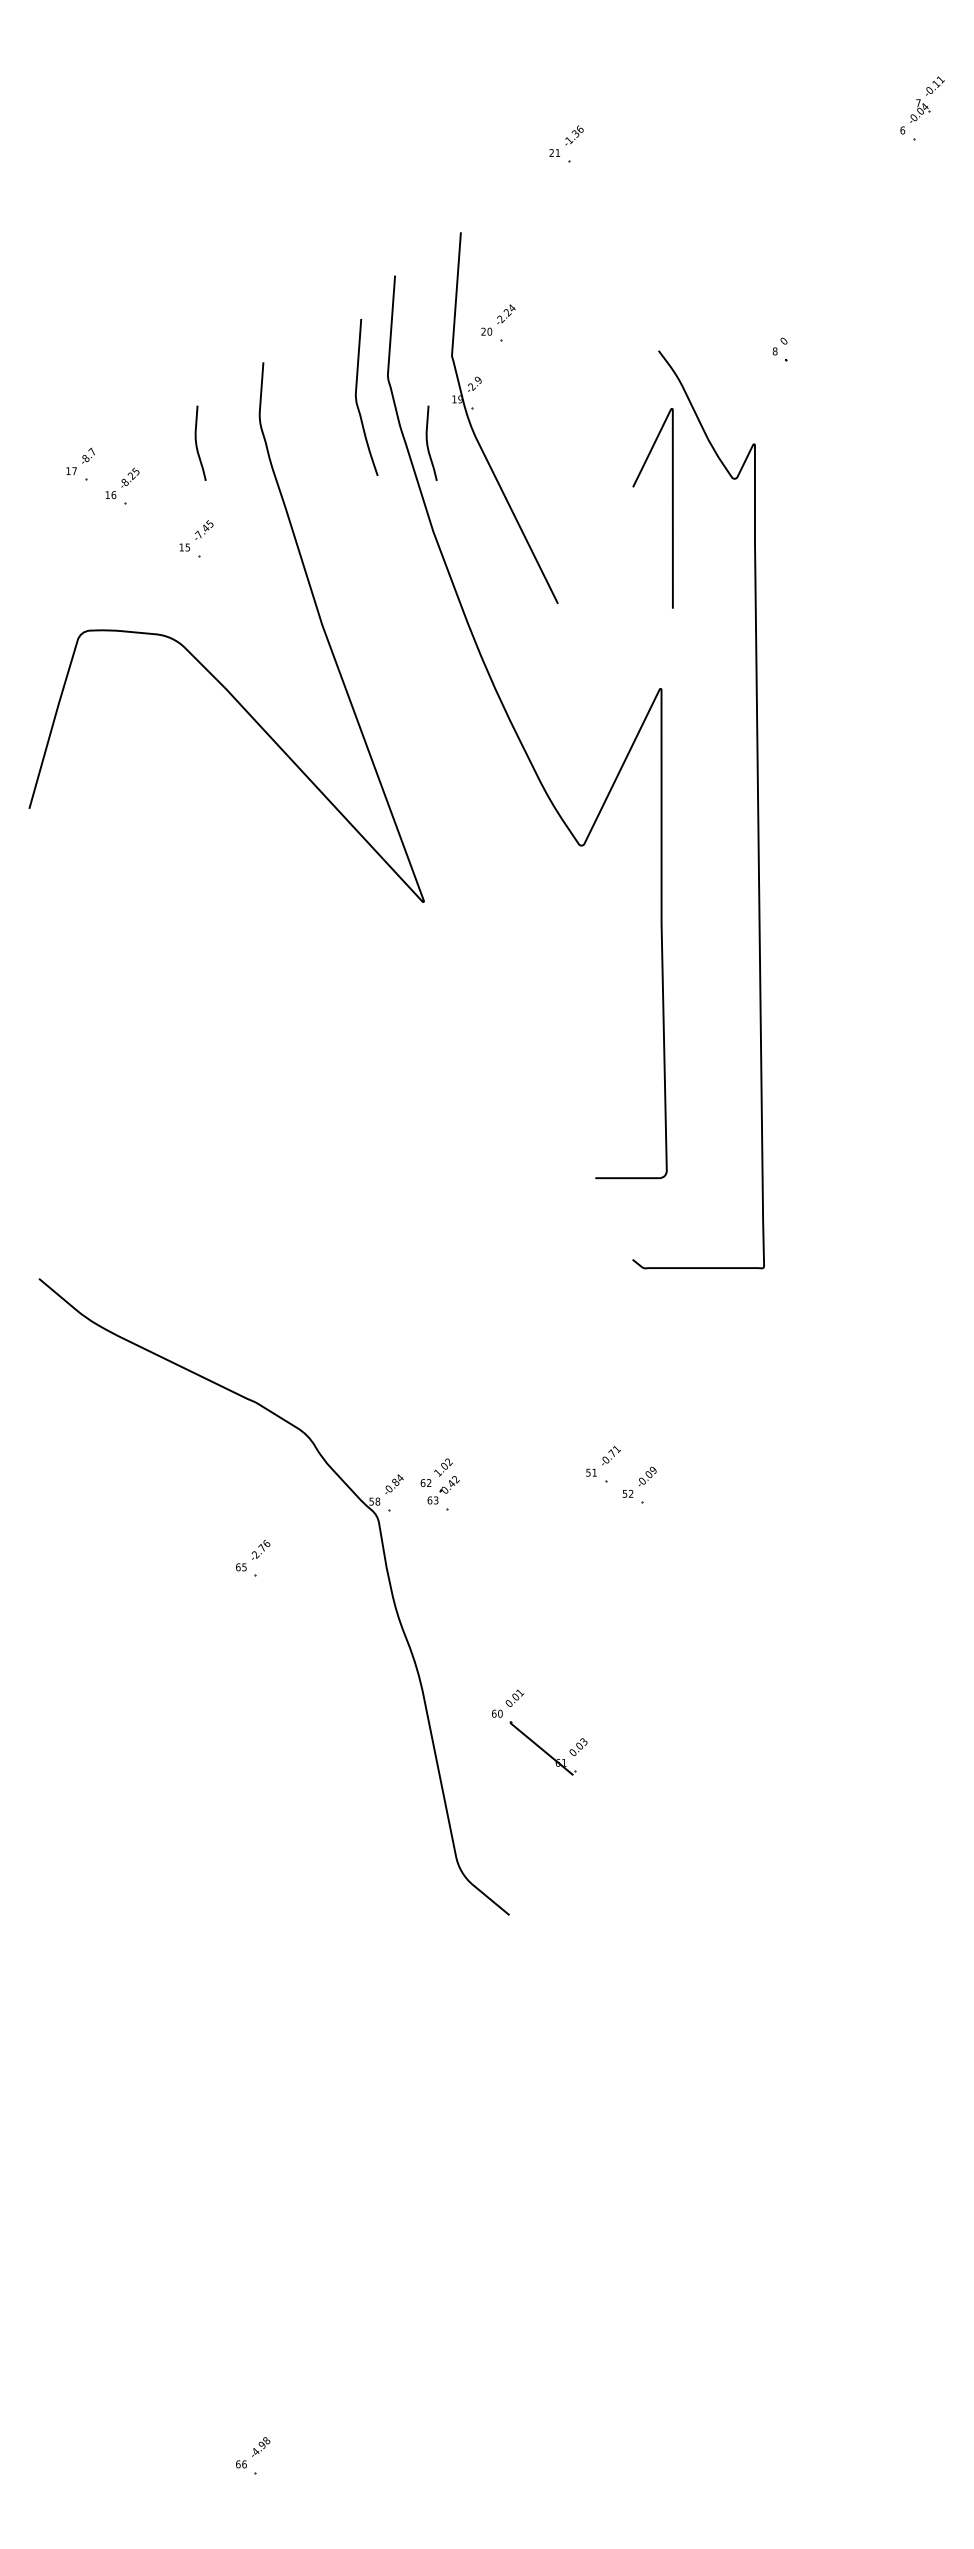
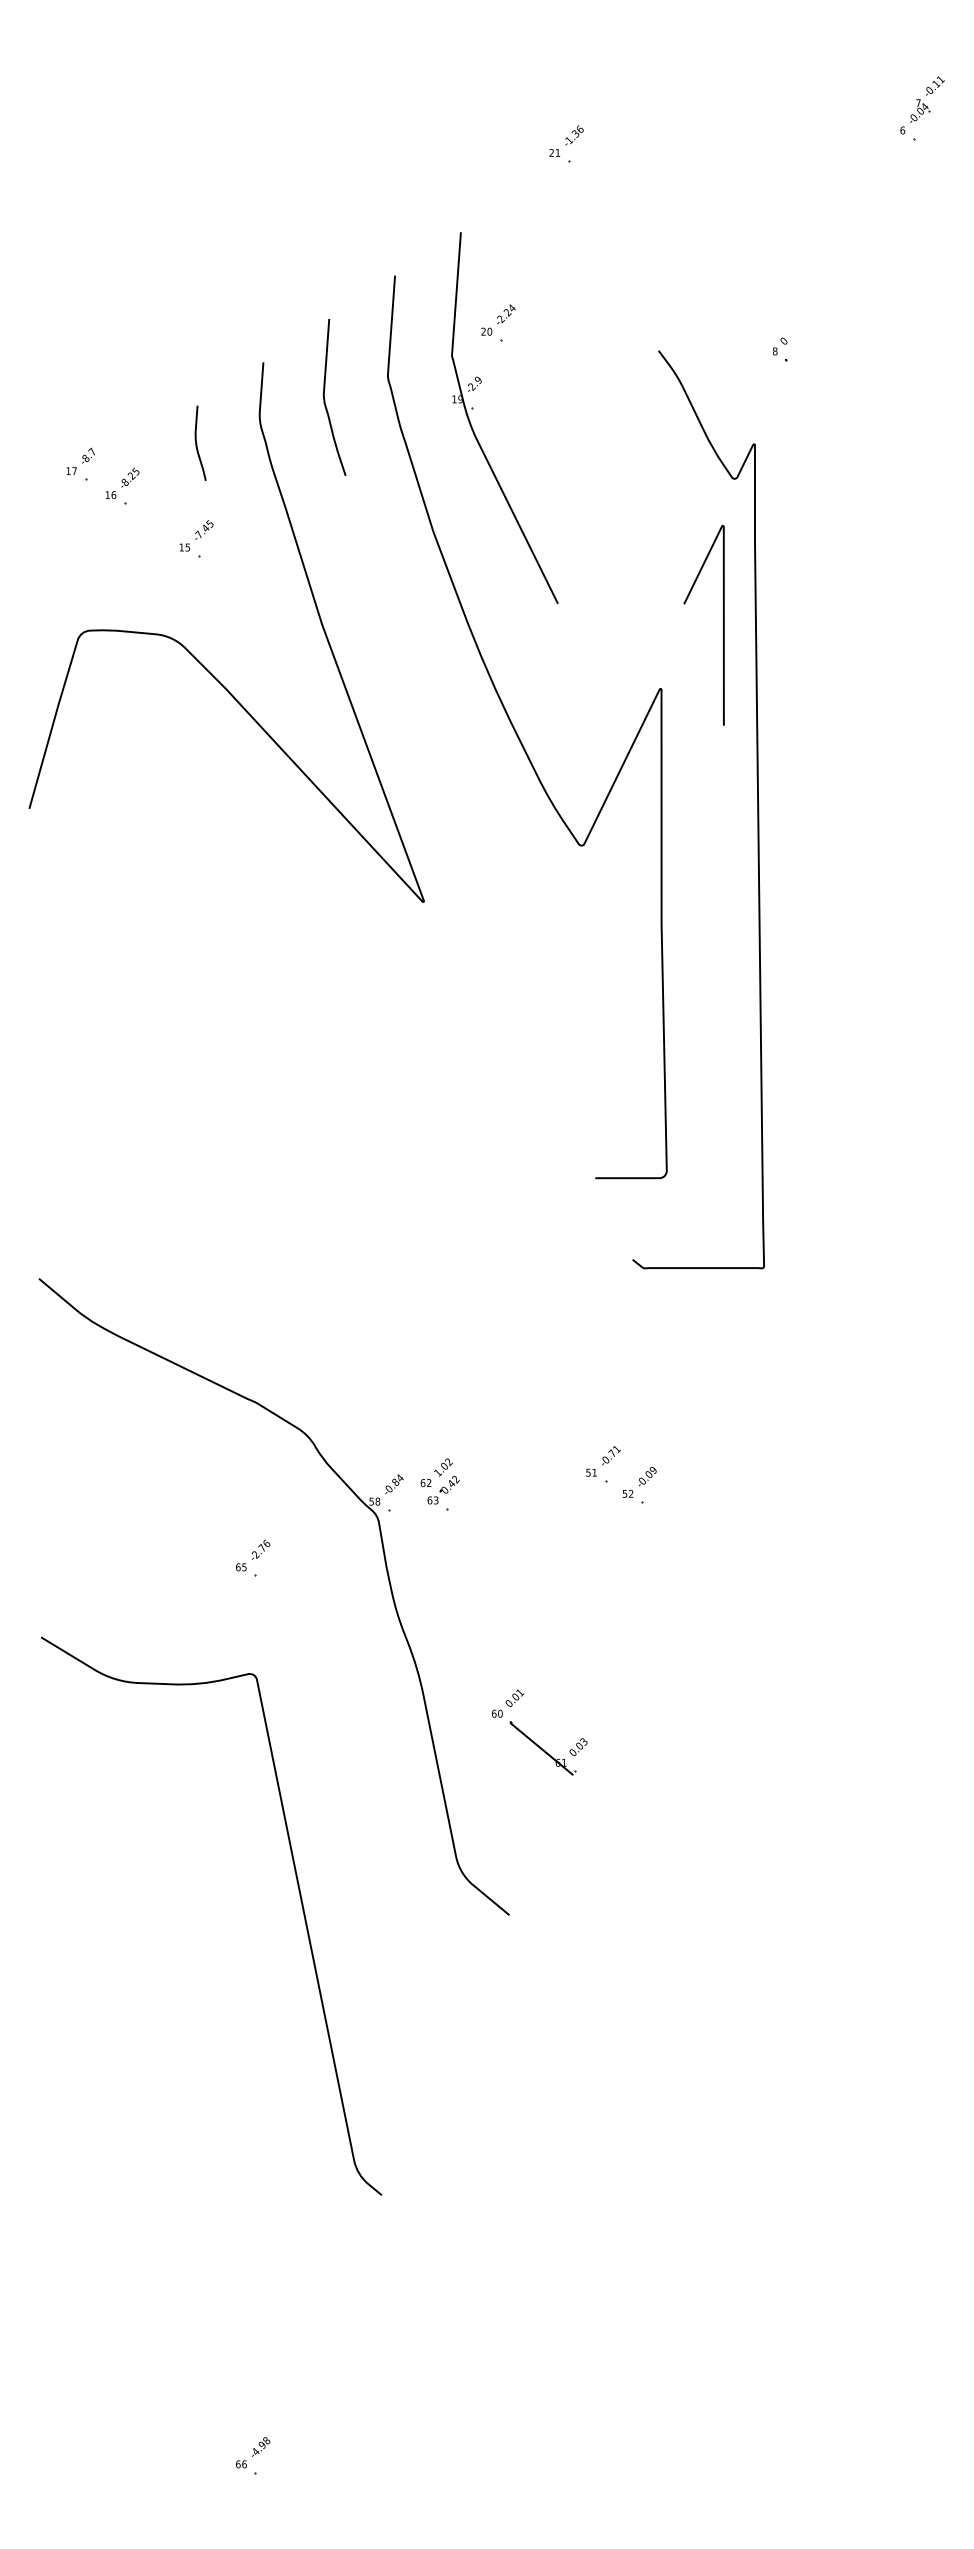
curve at (357, 399) position: (357, 399) -> (325, 399)
curve at (428, 443): present -> none
curve at (672, 508) position: (672, 508) -> (723, 625)
curve at (299, 1896): none -> present
